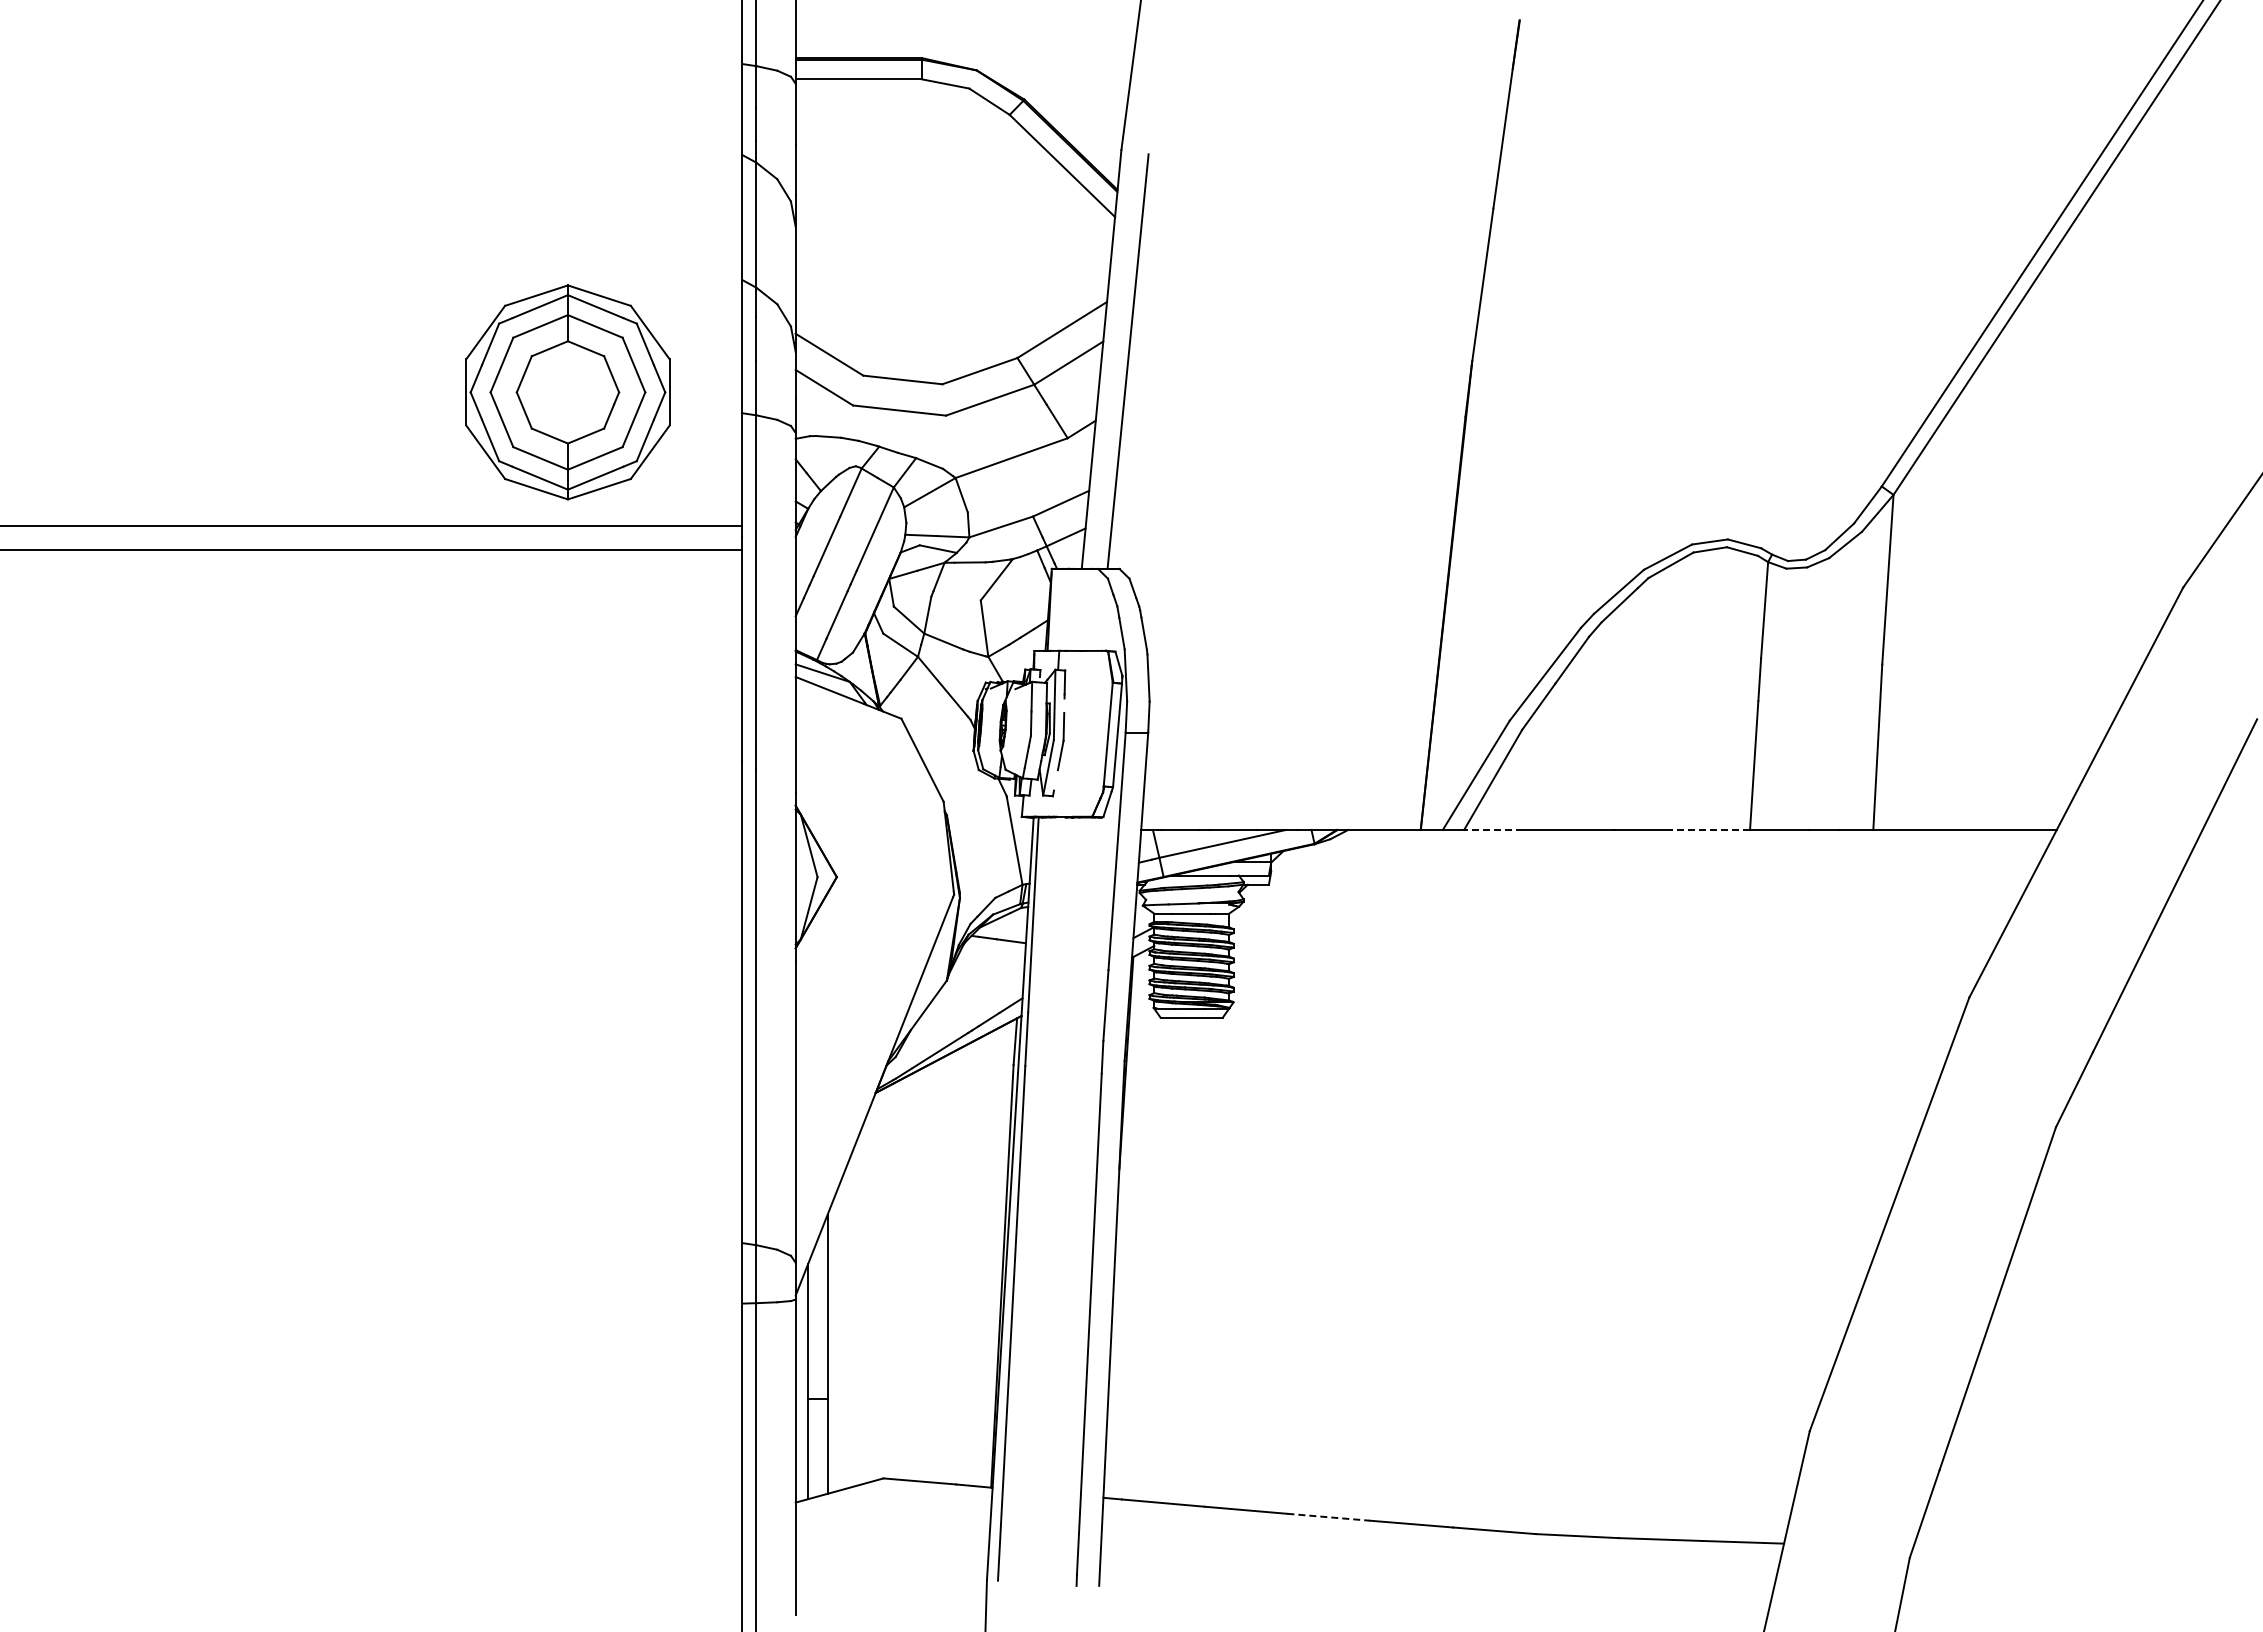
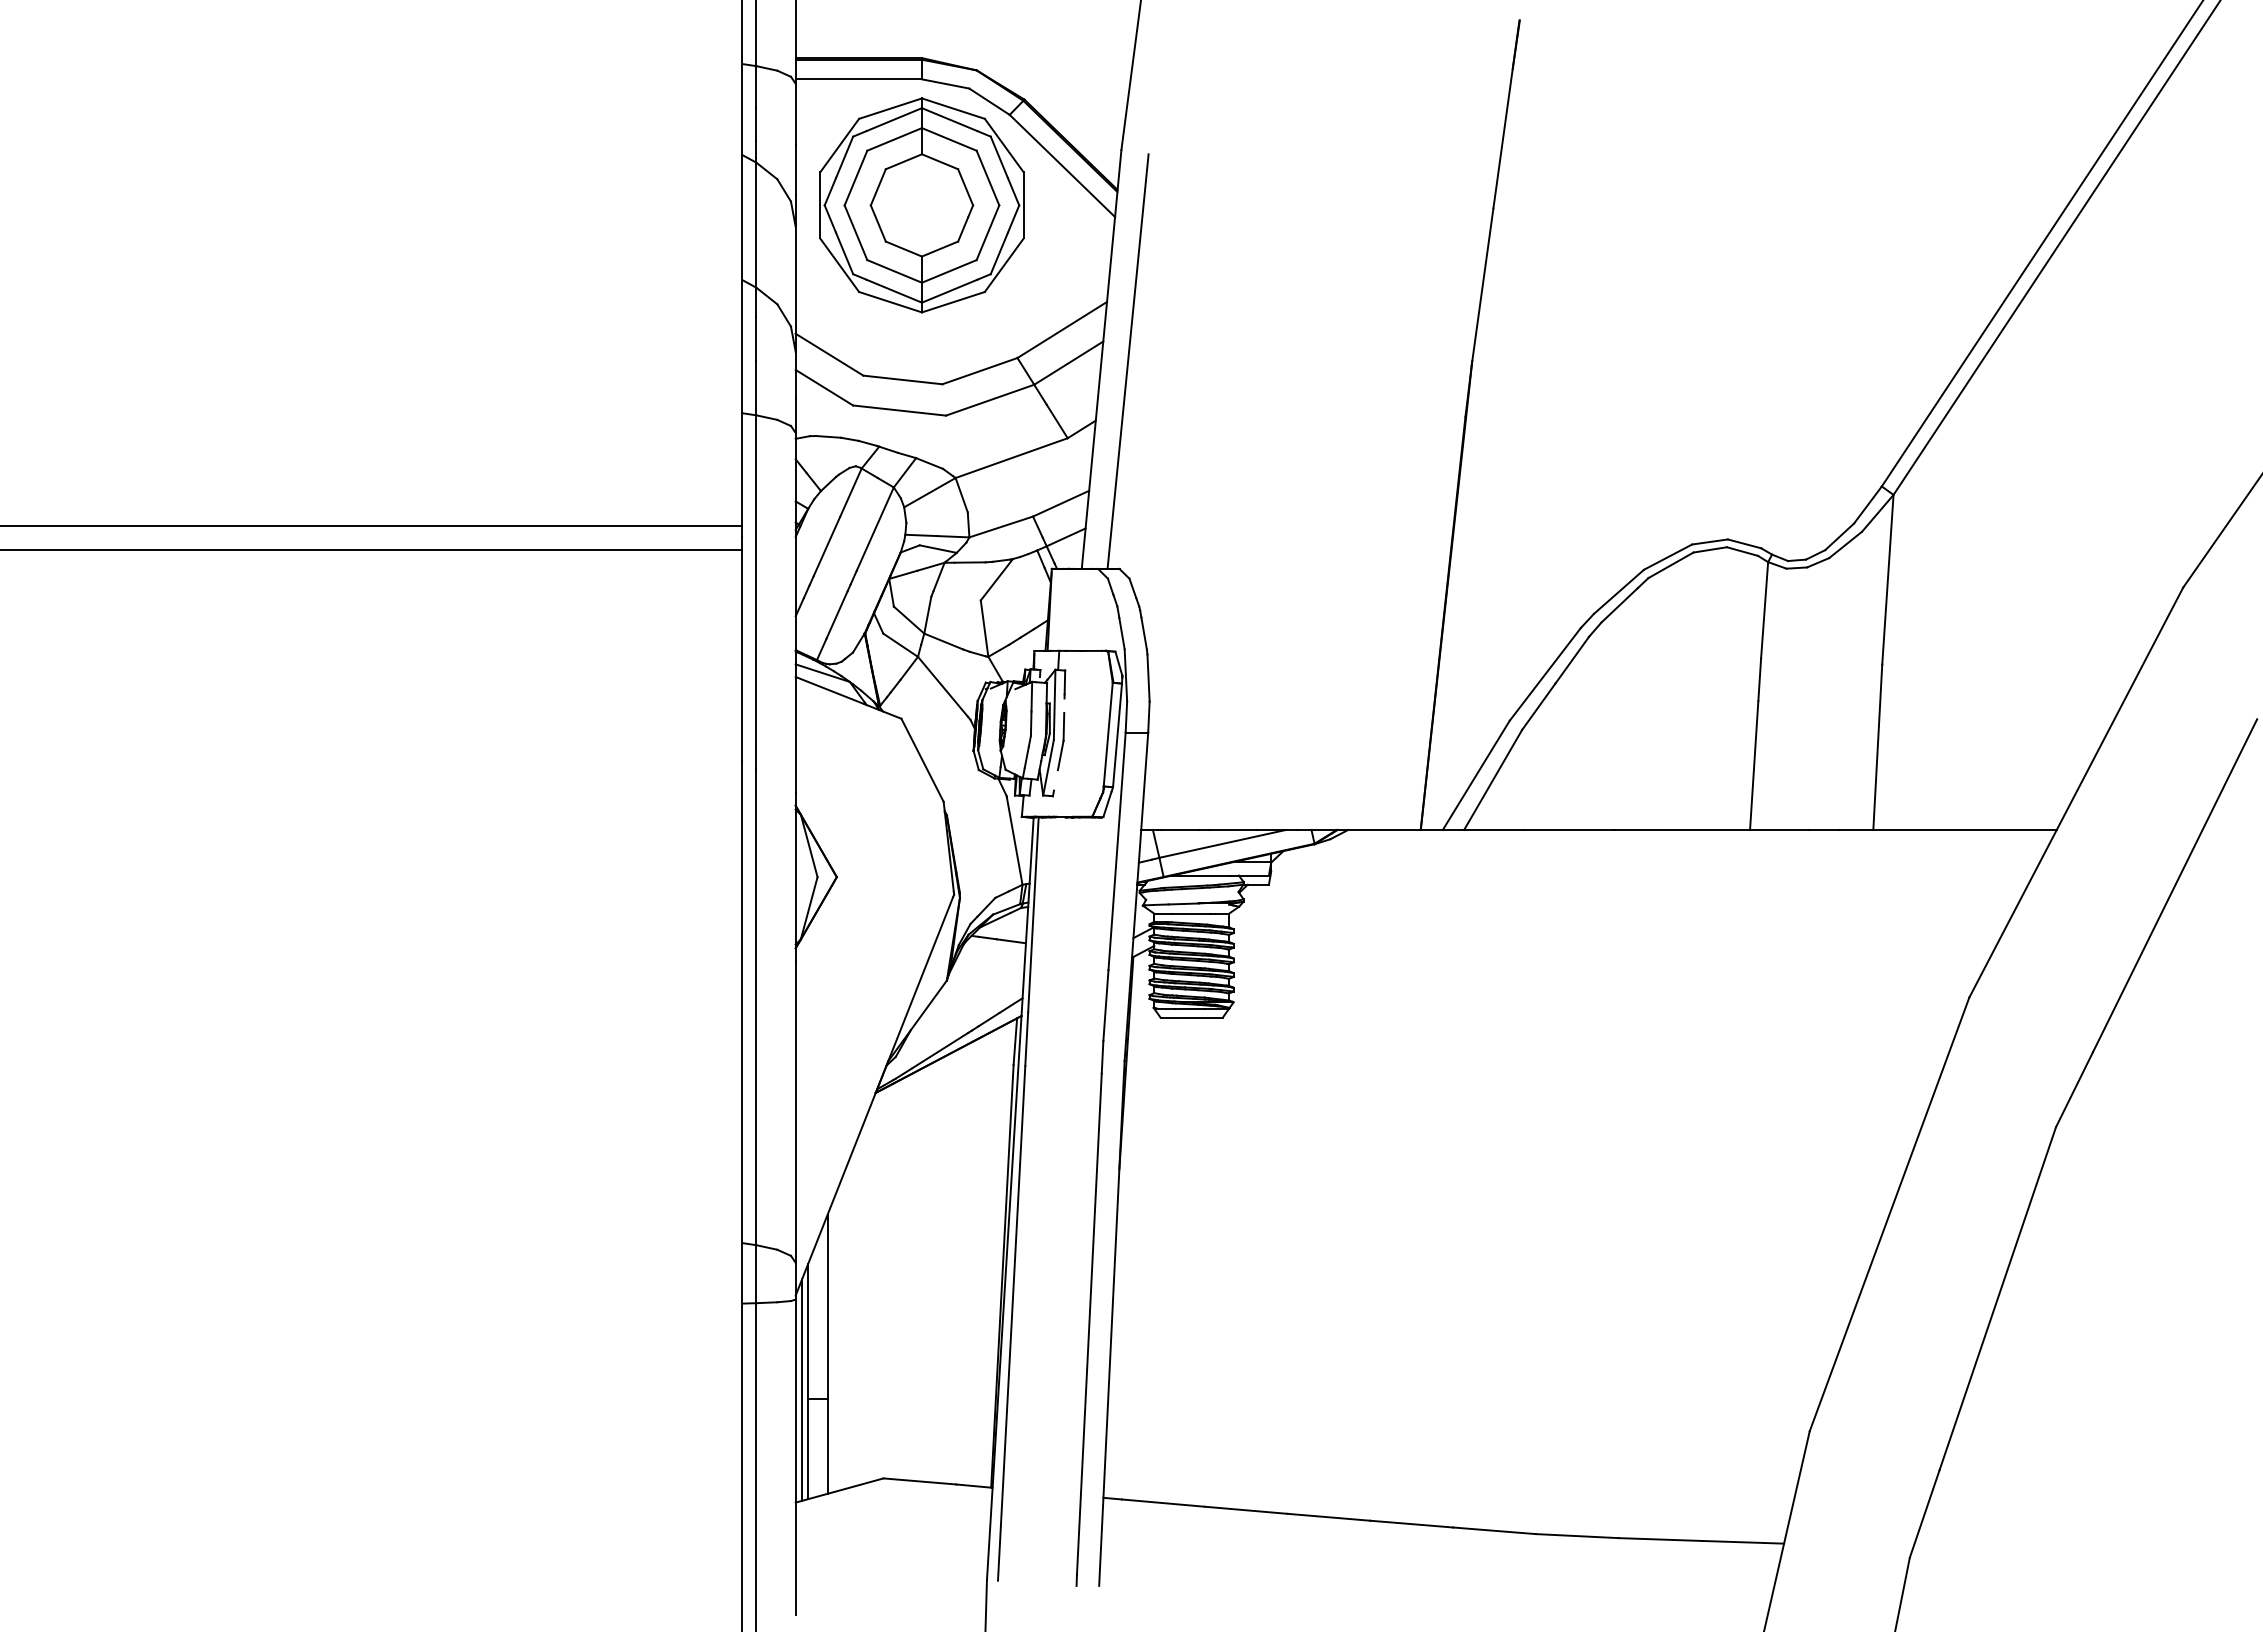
part at (567, 392) position: (567, 392) -> (921, 205)
line at (1493, 829): dashed -> solid
line at (1710, 829): dashed -> solid
line at (802, 1389): none -> present
line at (1328, 1517): dashed -> solid
